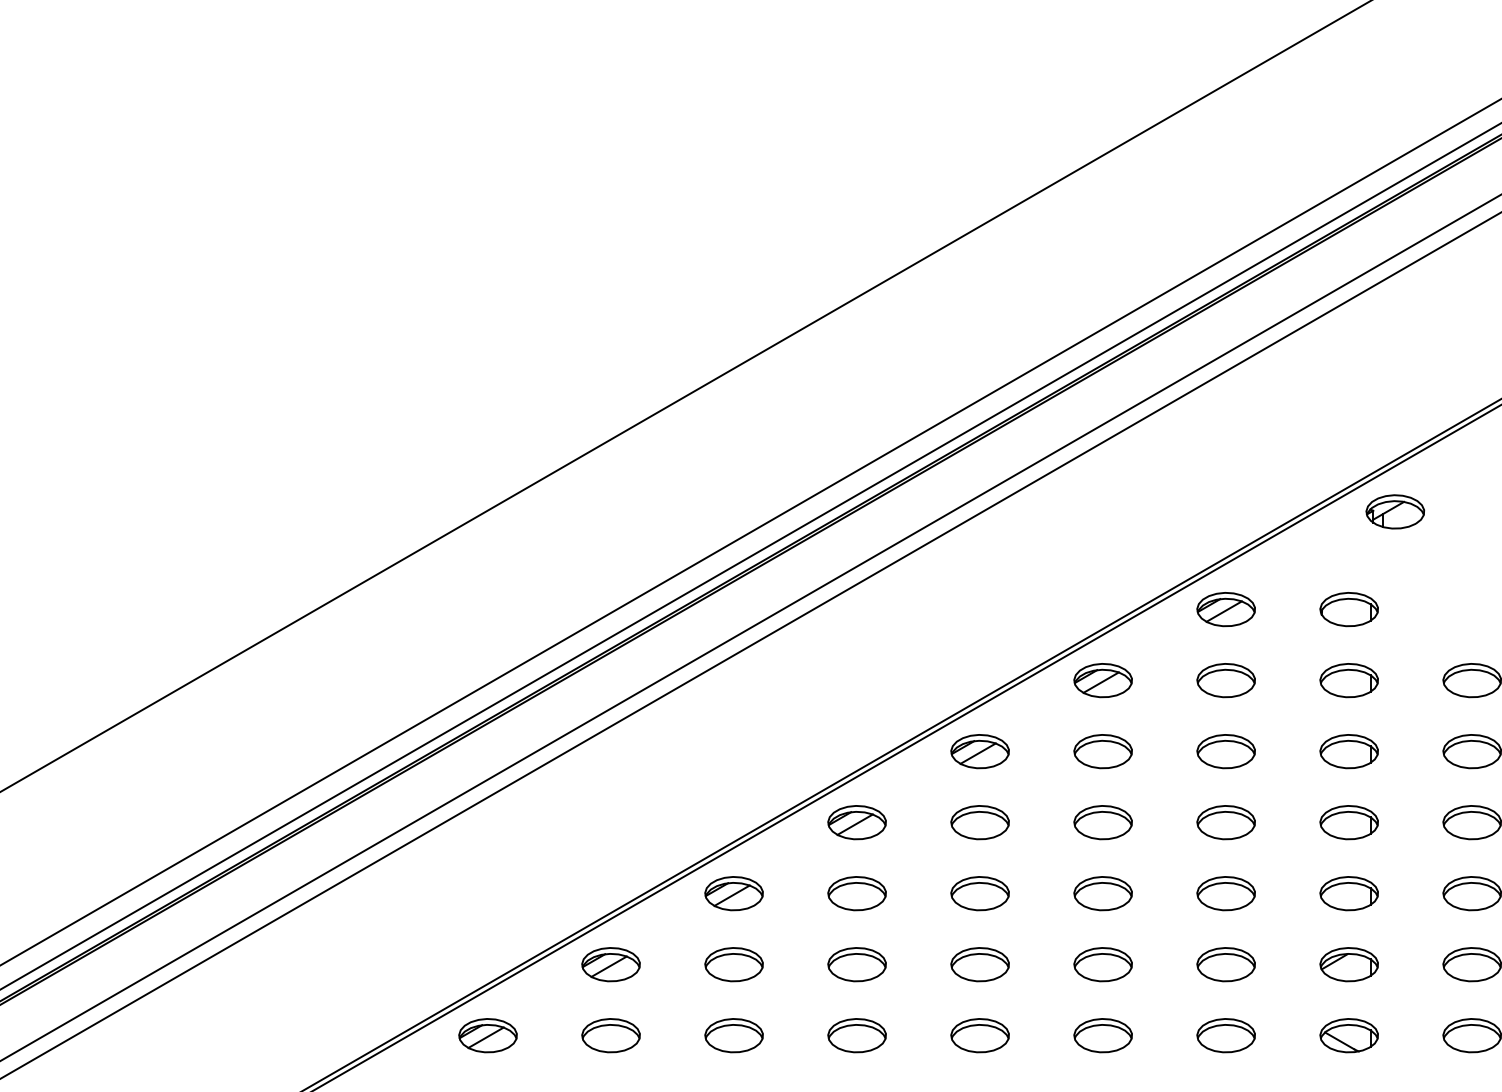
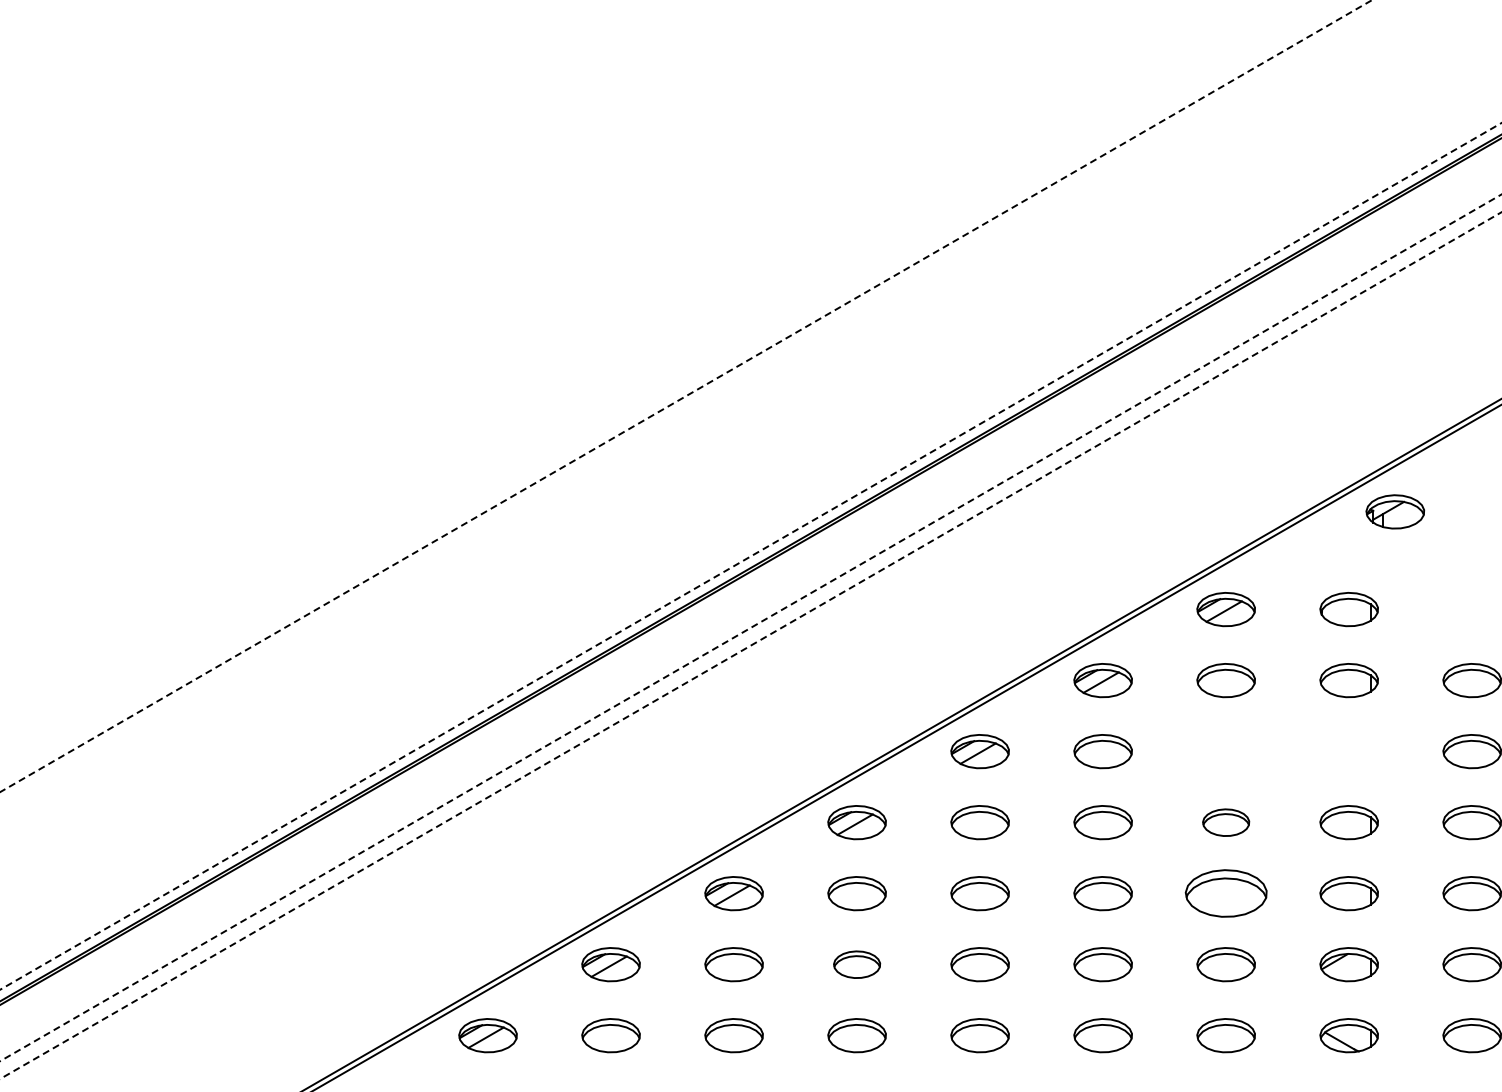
line at (686, 396): solid -> dashed
line at (750, 532): present -> none
line at (751, 556): solid -> dashed
line at (750, 628): solid -> dashed
line at (751, 645): solid -> dashed
part at (1225, 751): present -> none
part at (1348, 751): present -> none
part at (1225, 822) size: 60x36 px -> 49x29 px
part at (1225, 893) size: 60x36 px -> 84x49 px
part at (856, 964) size: 60x36 px -> 49x29 px
